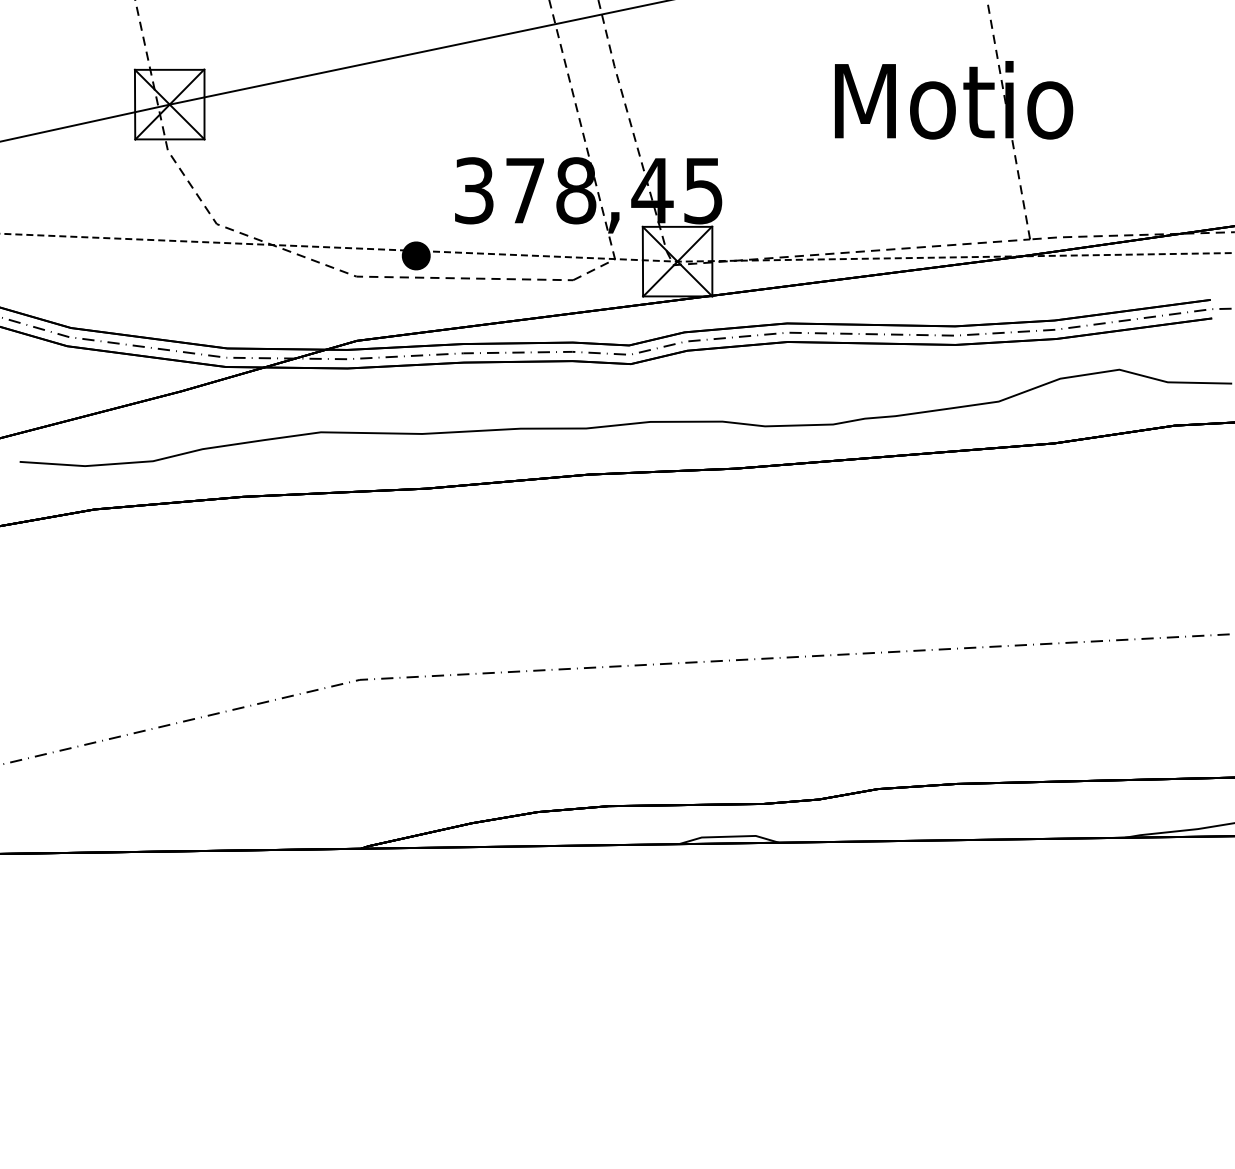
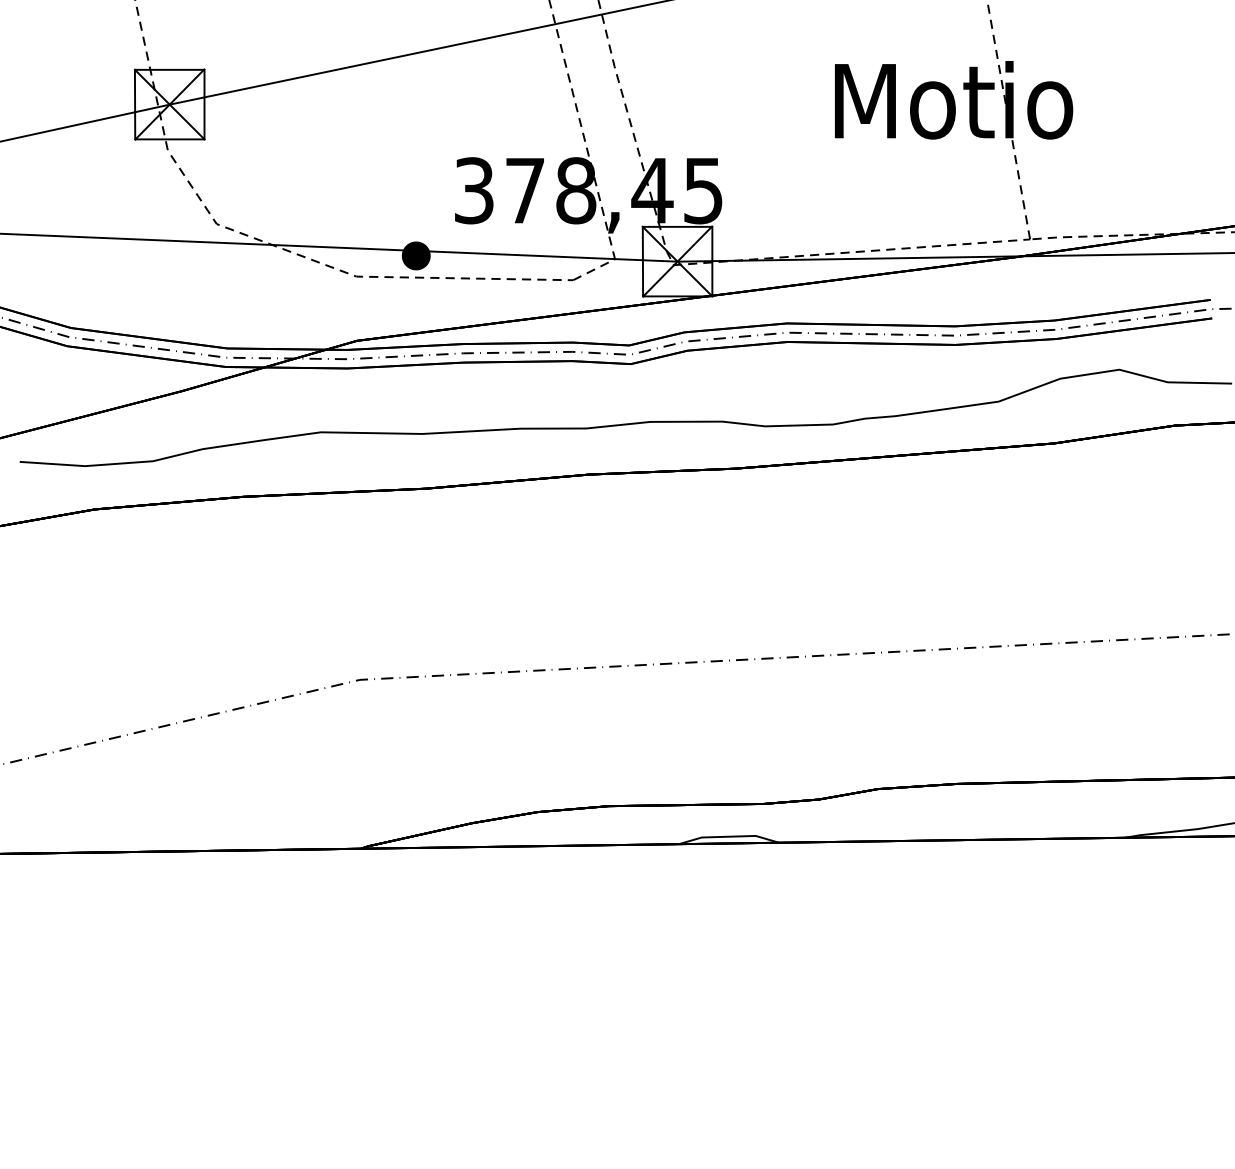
line at (617, 259): dashed -> solid
